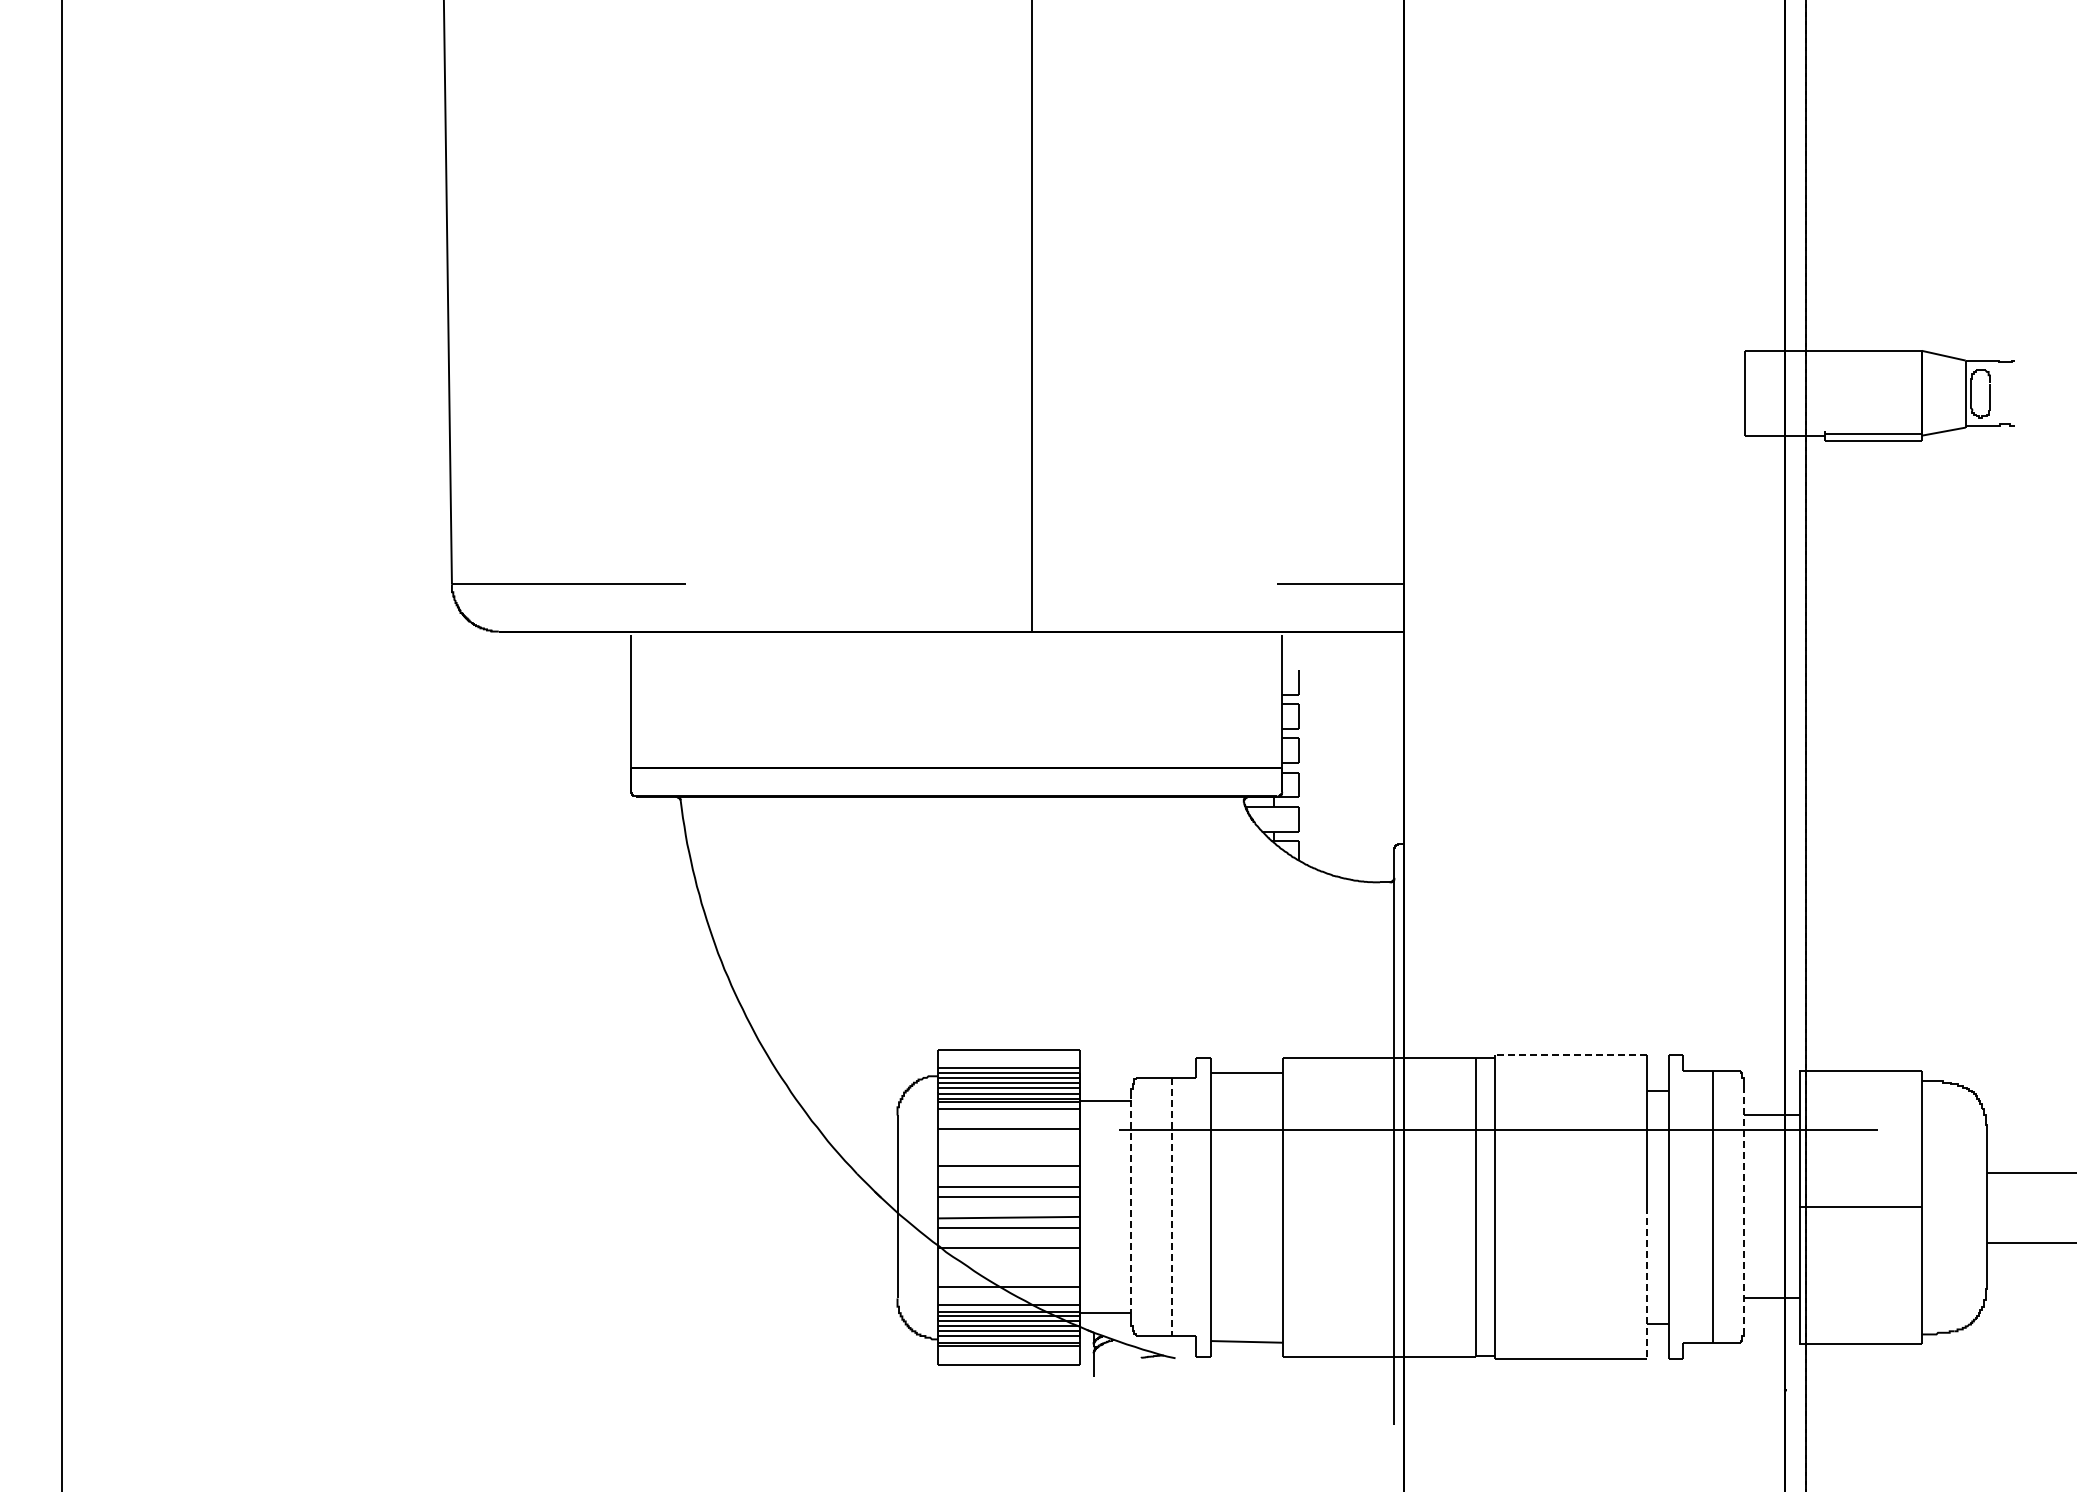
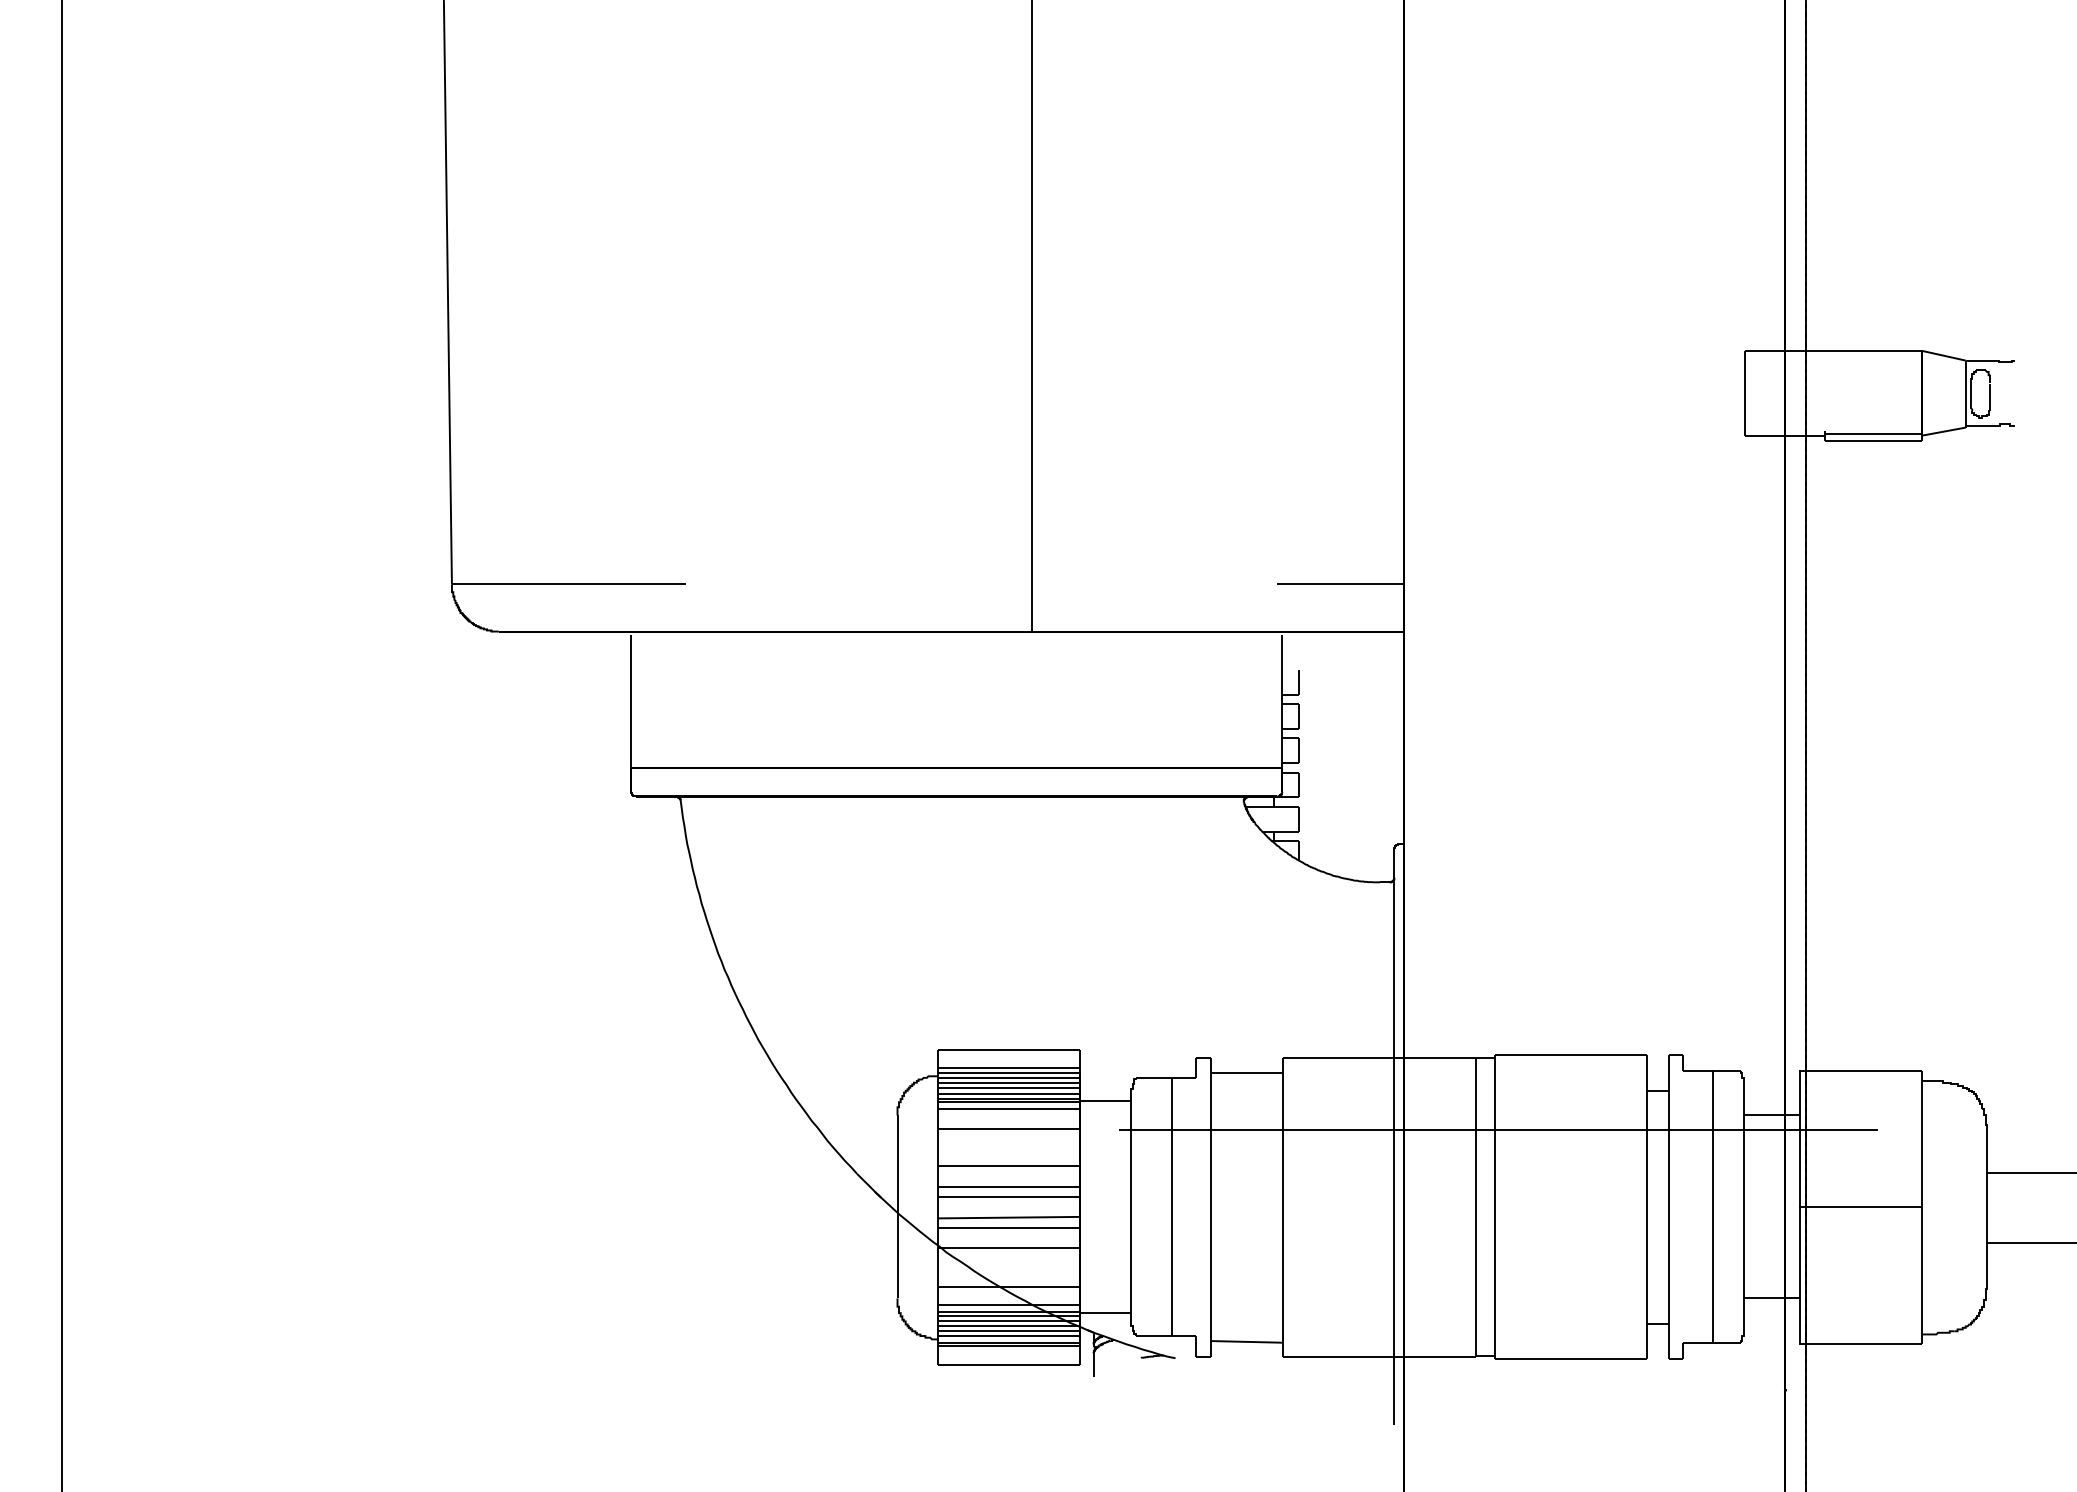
line at (1571, 1054): dashed -> solid
line at (1743, 1206): dashed -> solid
line at (1131, 1207): dashed -> solid
line at (1172, 1207): dashed -> solid
line at (1647, 1283): dashed -> solid
